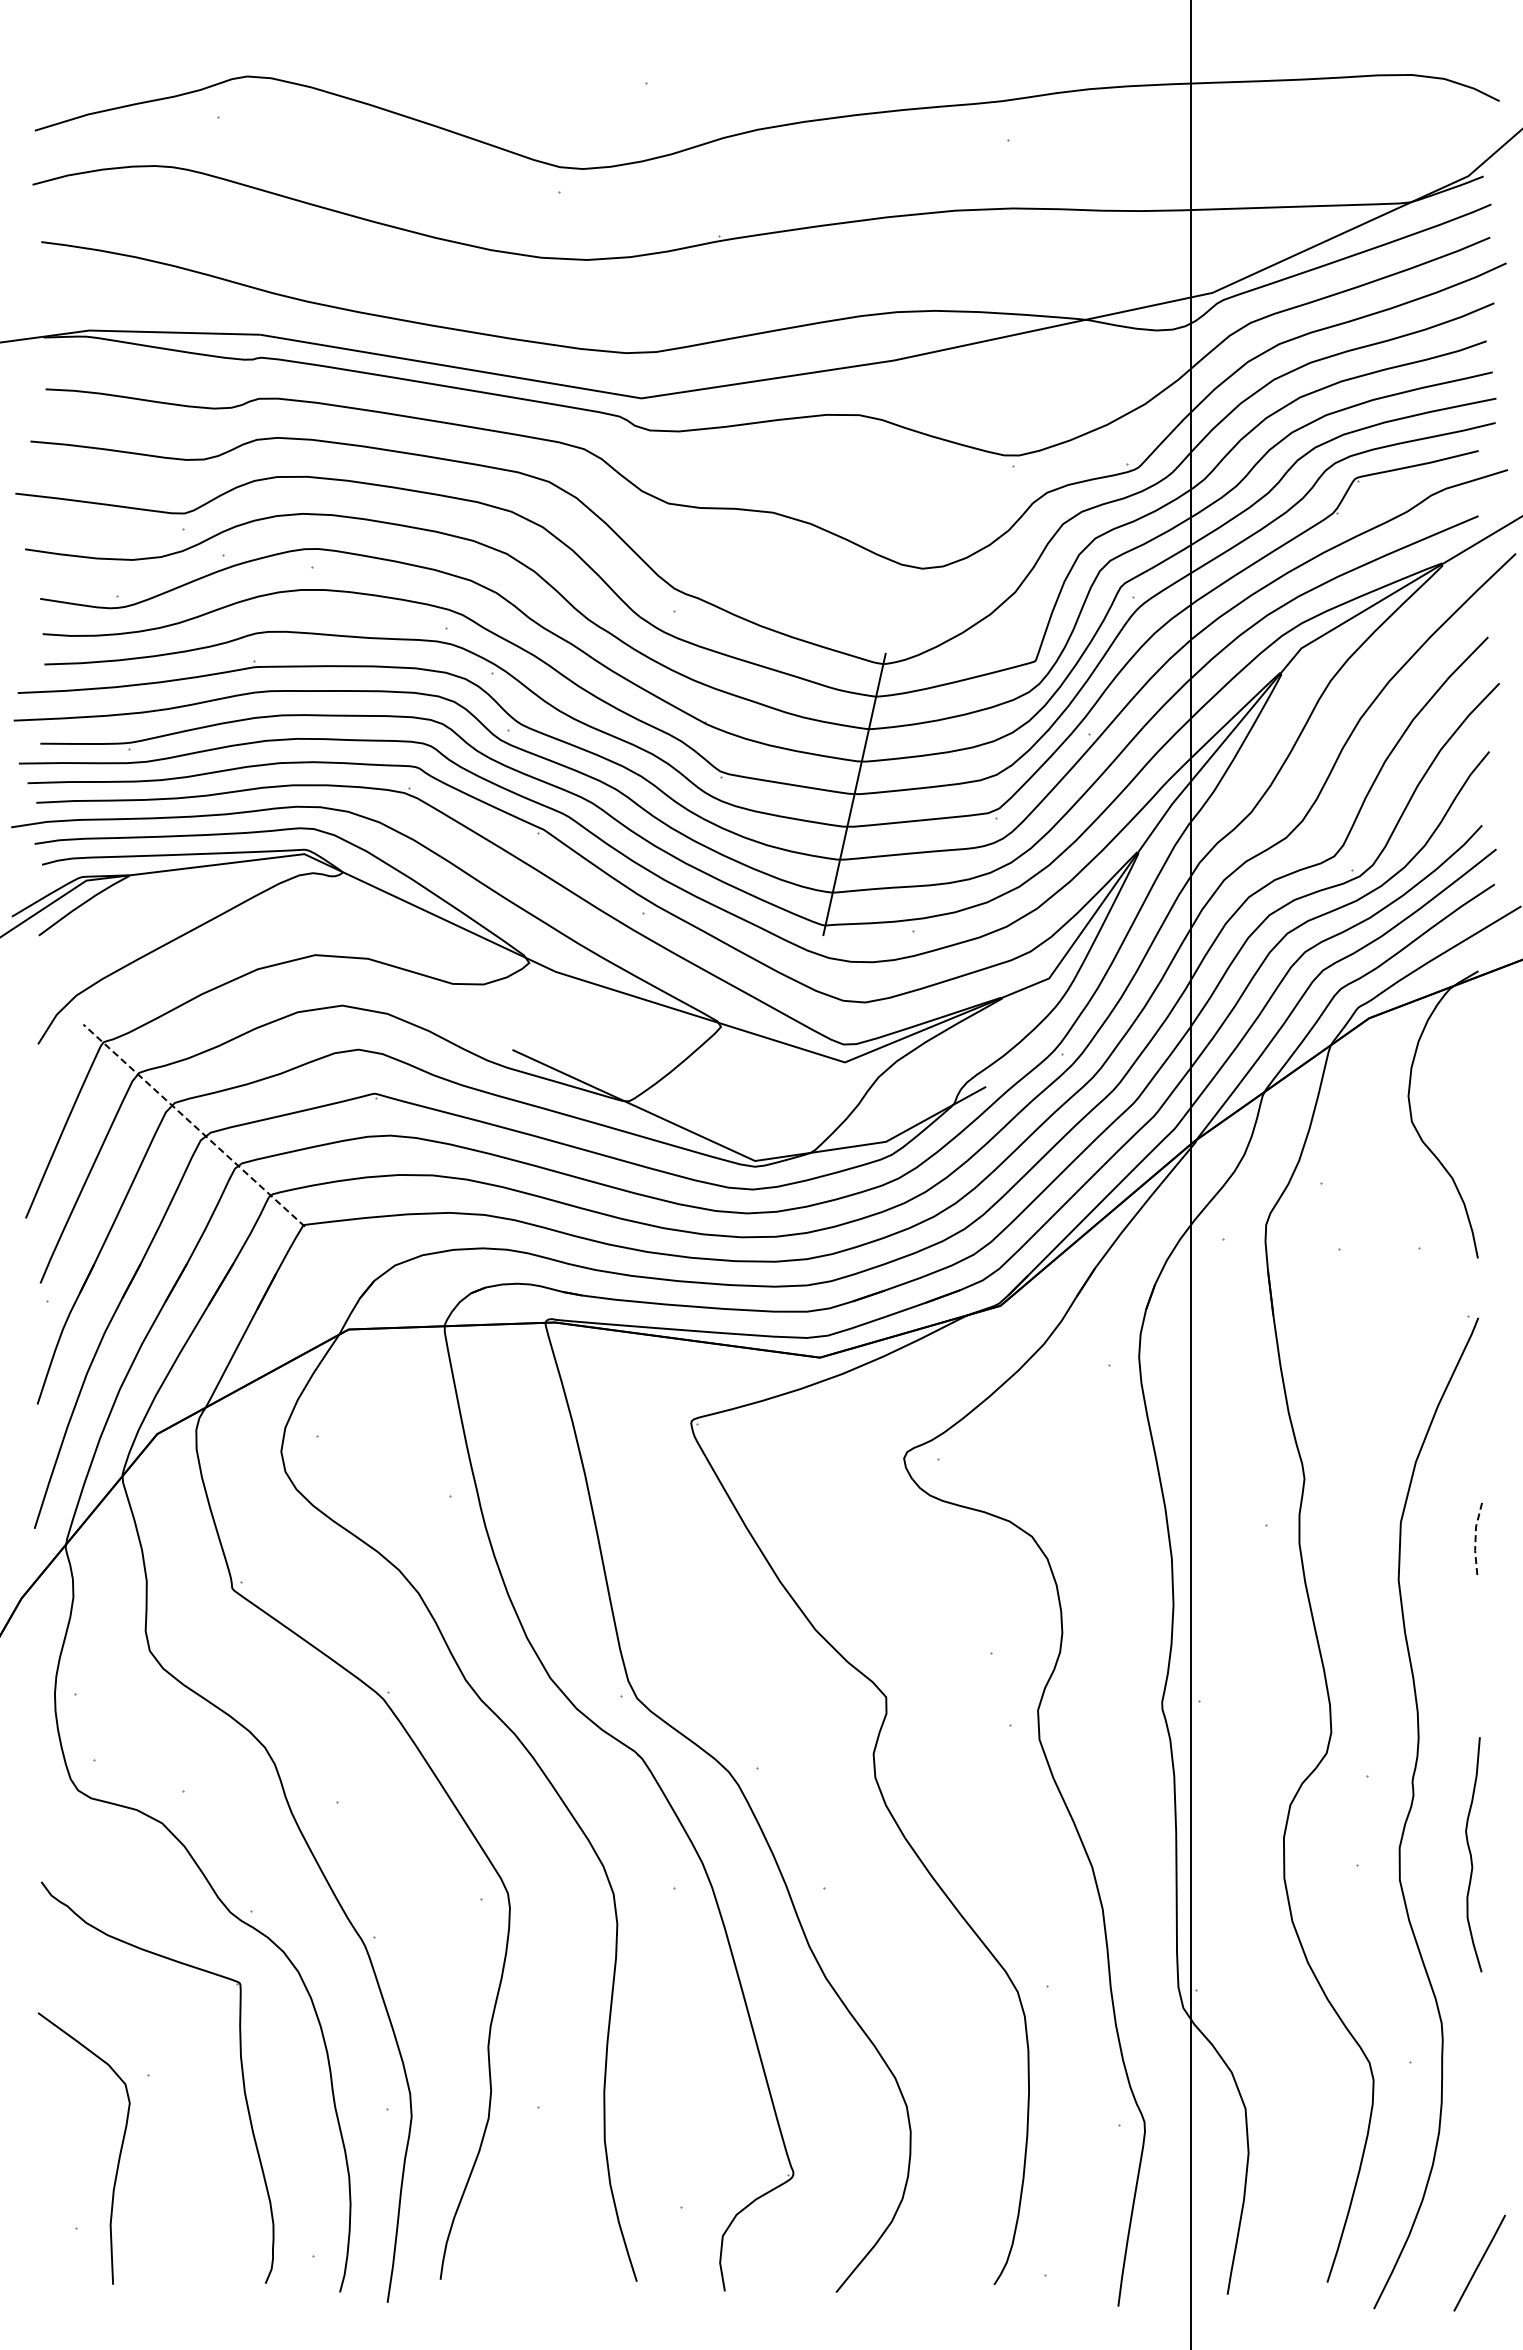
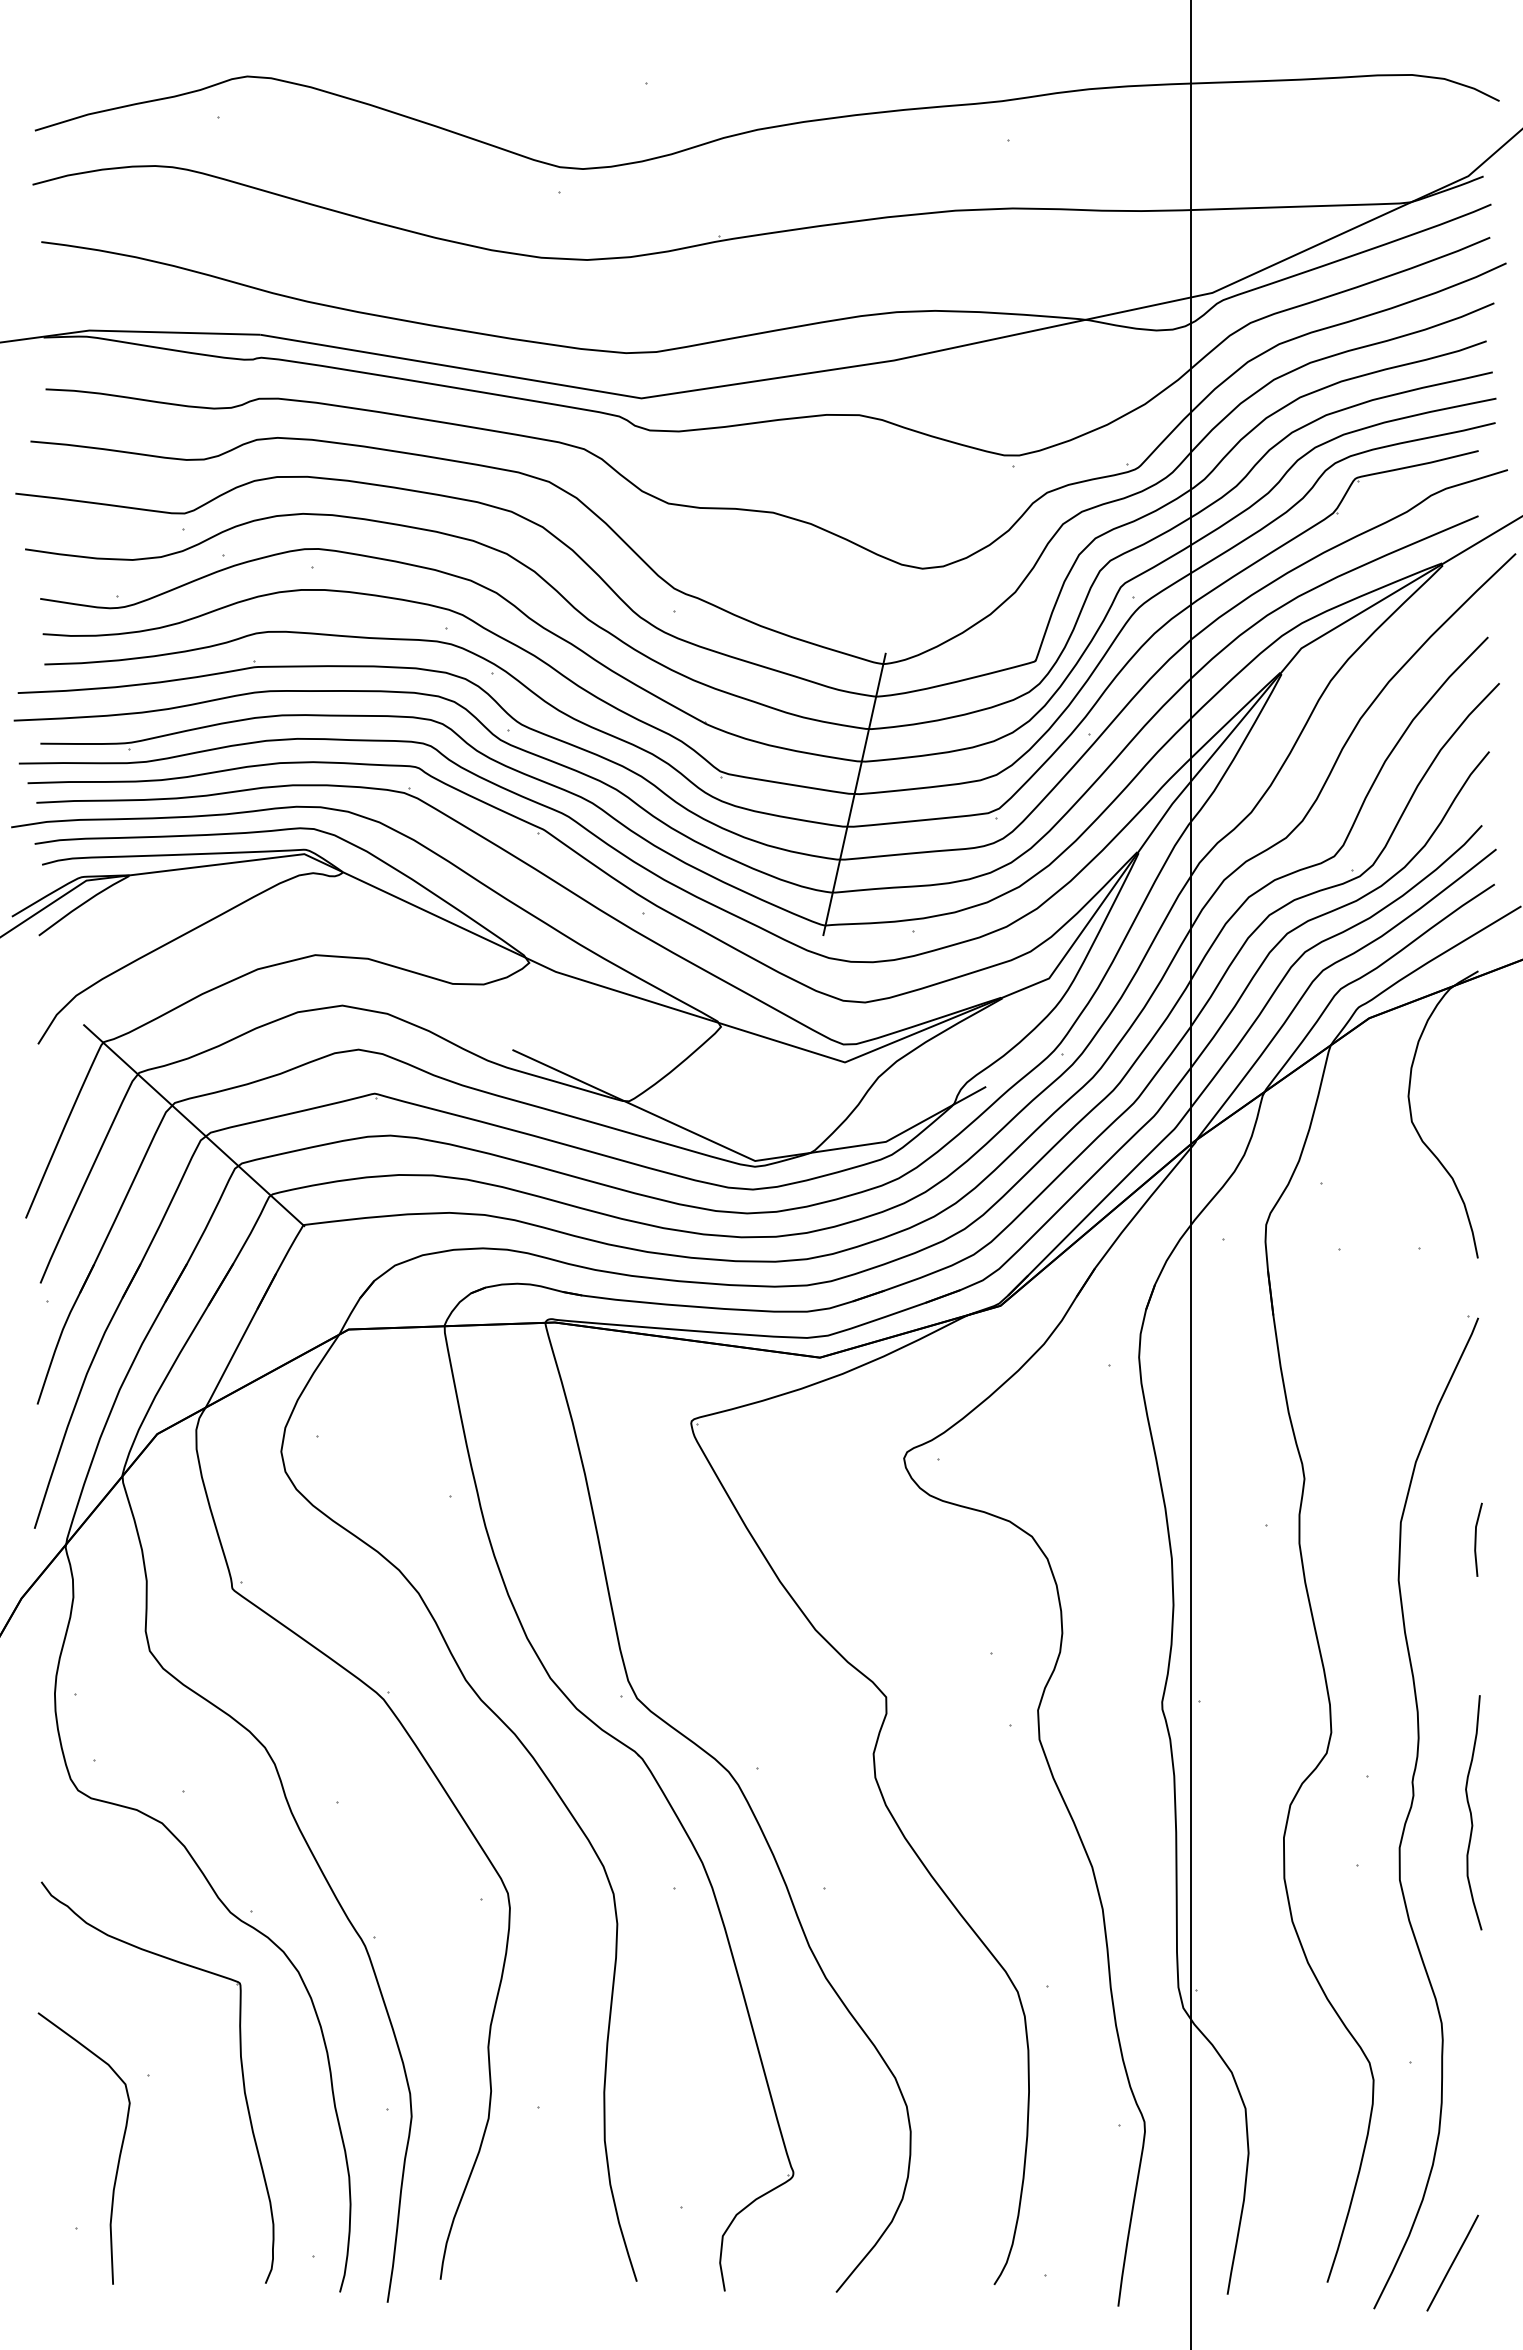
line at (194, 1125): dashed -> solid
line at (1475, 1539): dashed -> solid
curve at (1471, 1854) position: (1471, 1854) -> (1471, 1812)
line at (1479, 2262) position: (1479, 2262) -> (1452, 2262)
